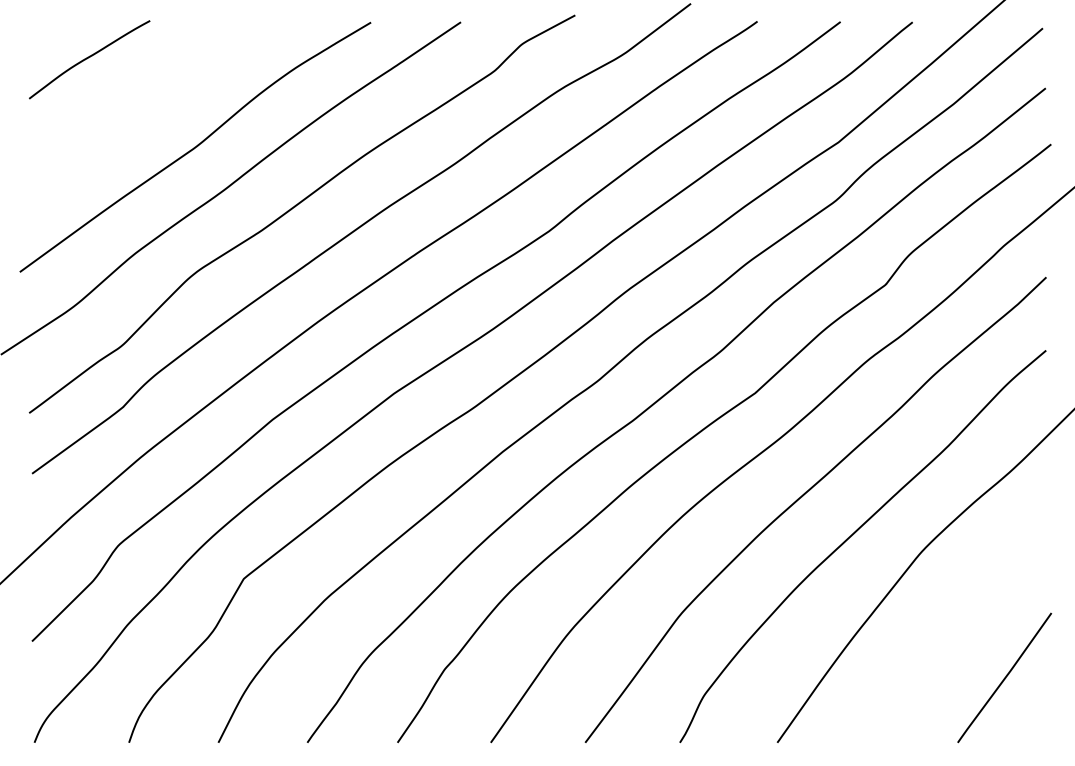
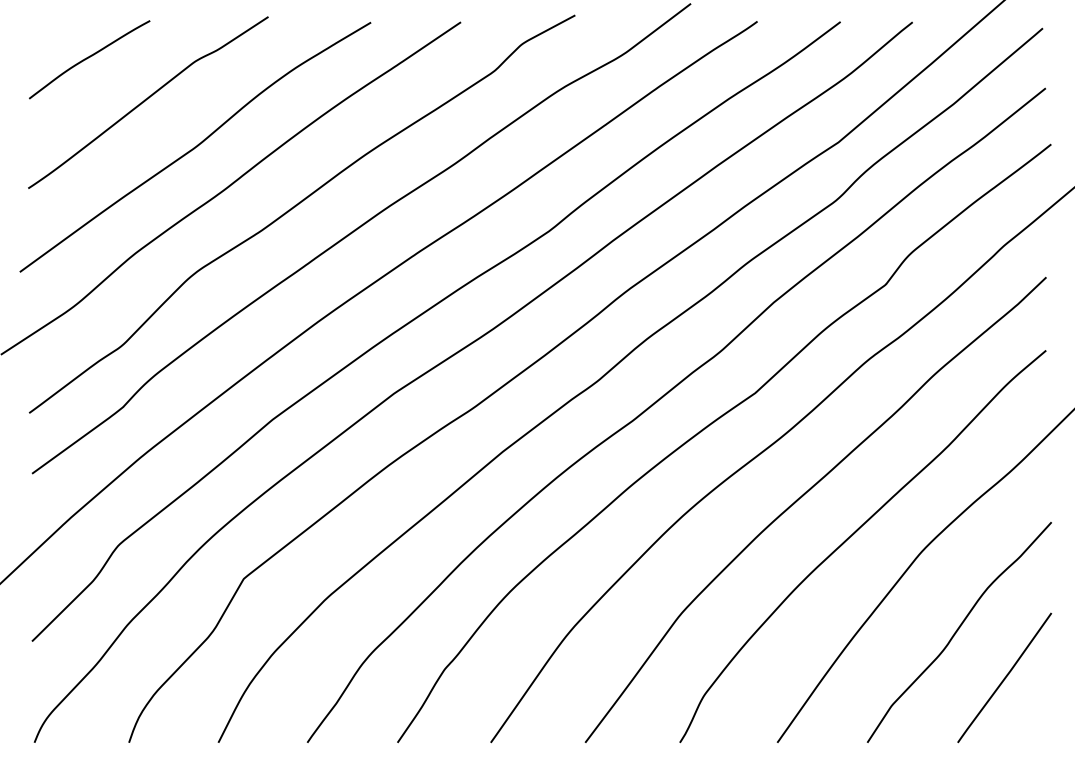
curve at (146, 100): none -> present
curve at (957, 631): none -> present
